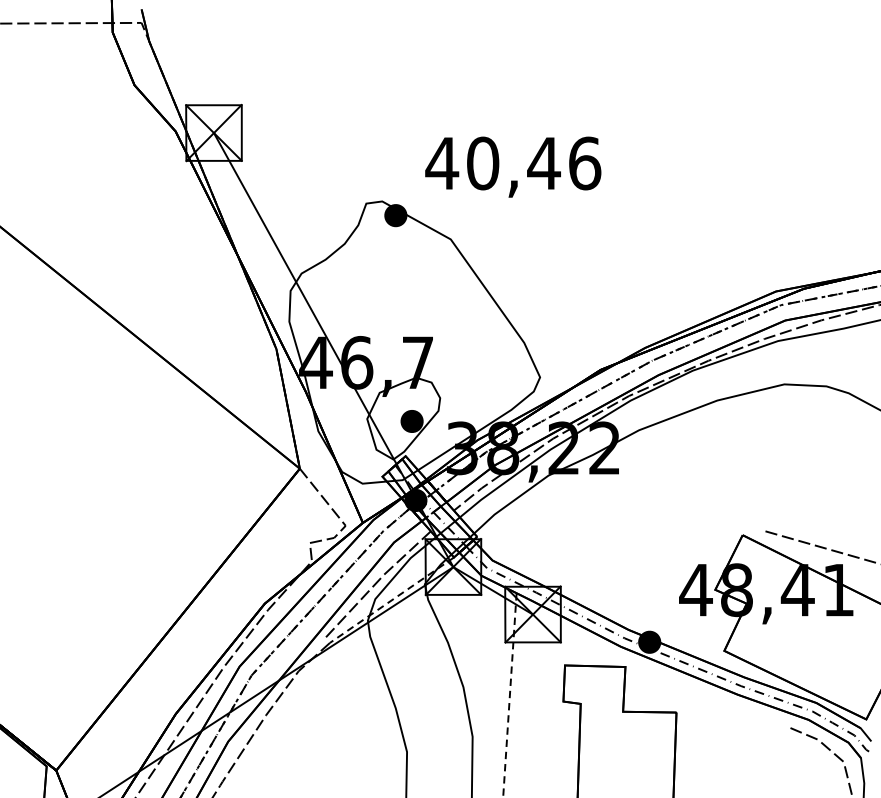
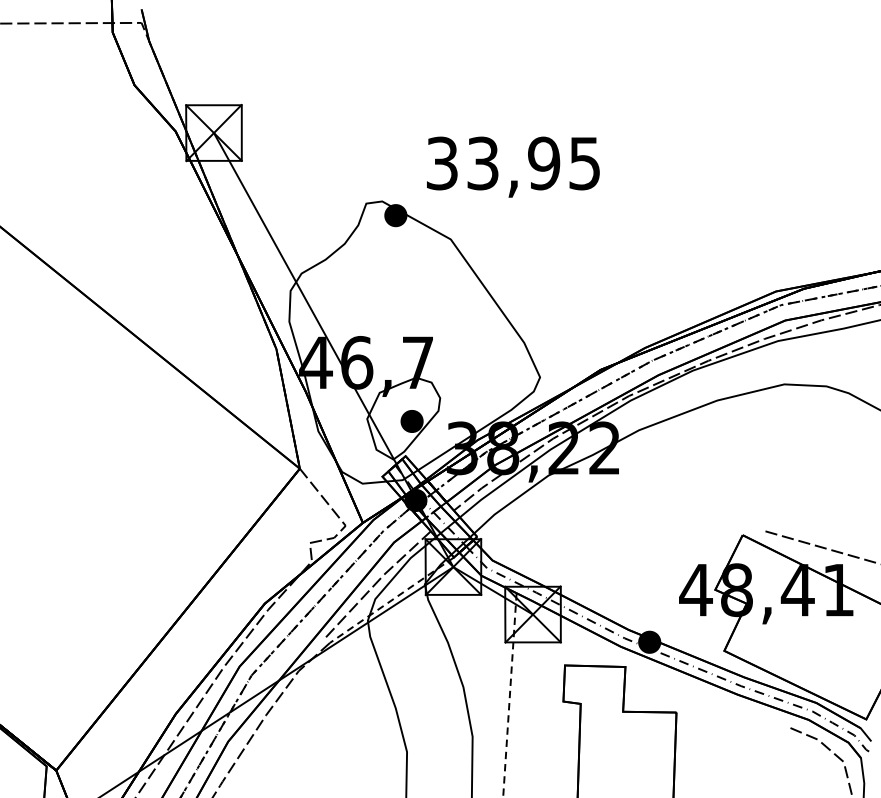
text at (513, 163): 40,46 -> 33,95
